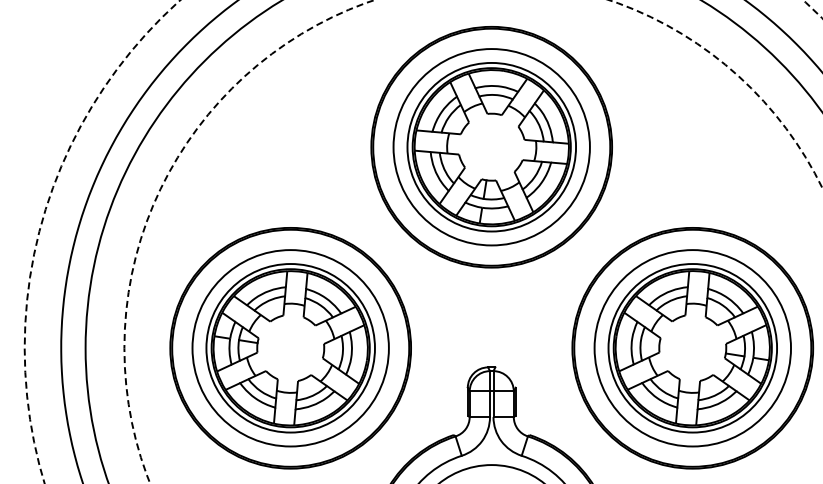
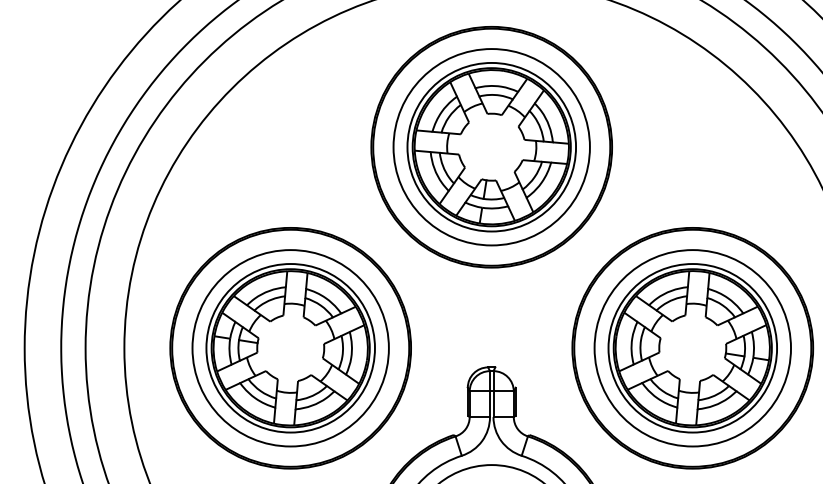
circle at (423, 241): dashed -> solid
circle at (473, 241): dashed -> solid
